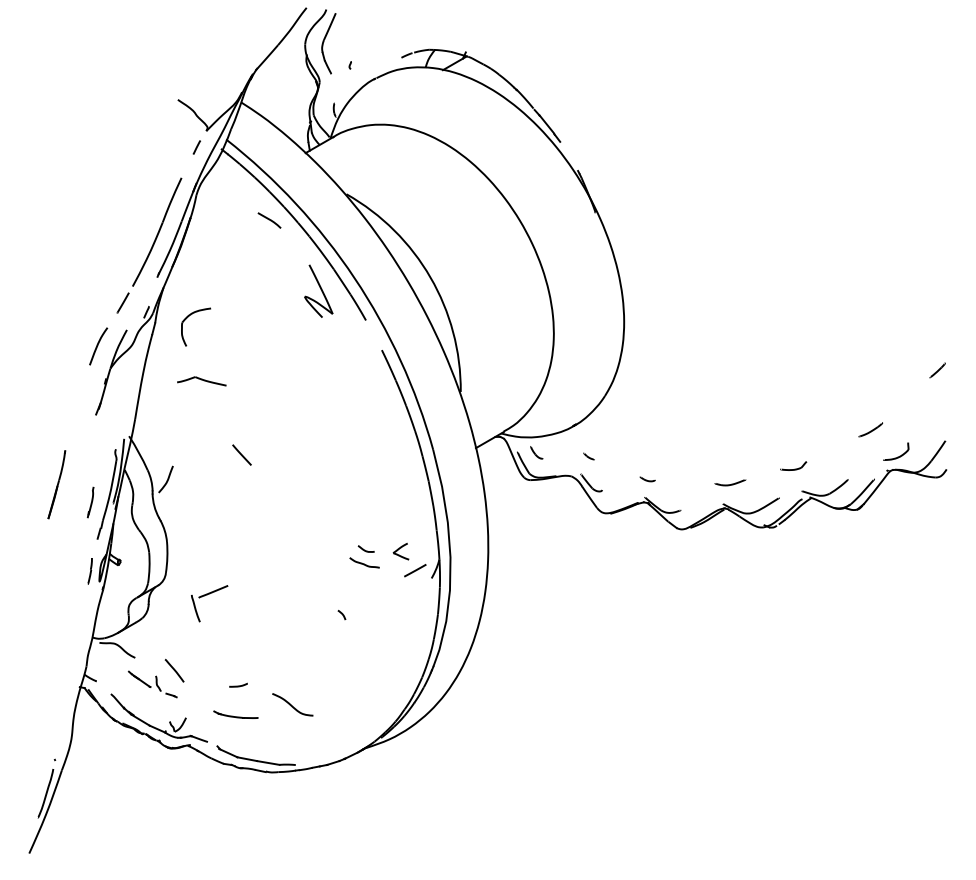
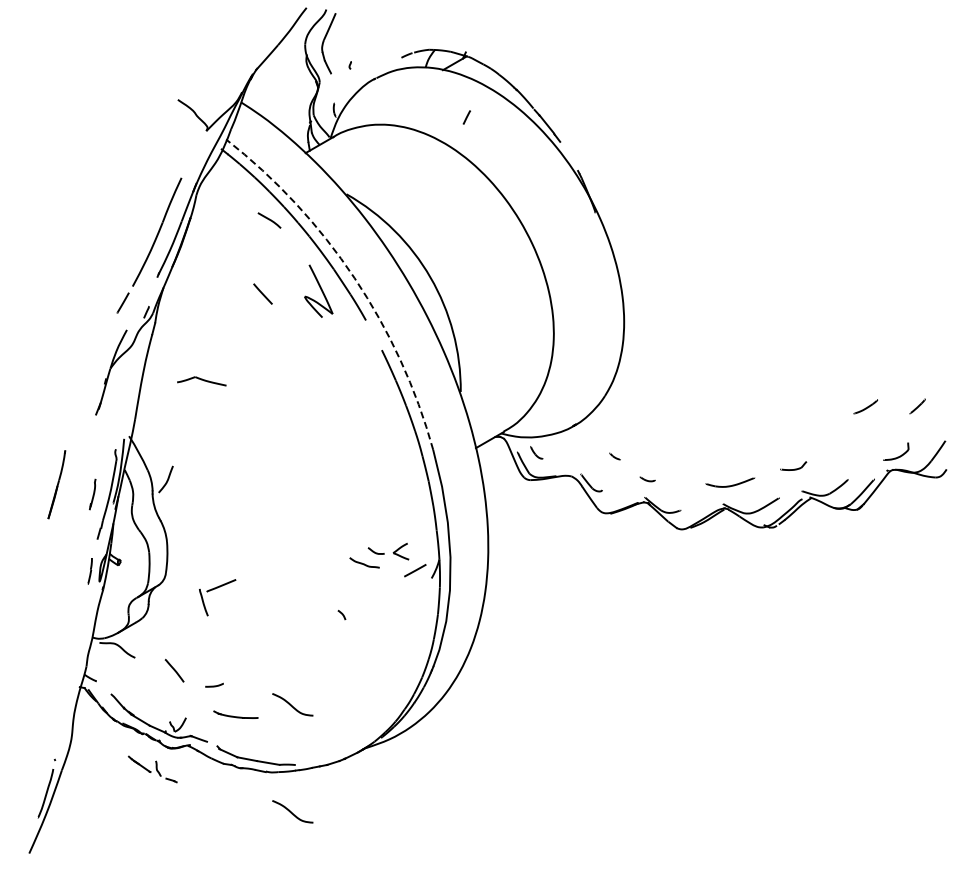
line at (196, 147) position: (196, 147) -> (466, 117)
arc at (354, 278): solid -> dashed
part at (188, 317): present -> none
curve at (98, 345): present -> none
line at (937, 370) position: (937, 370) -> (917, 406)
part at (870, 429) position: (870, 429) -> (865, 406)
line at (241, 454) position: (241, 454) -> (262, 293)
part at (588, 456) position: (588, 456) -> (614, 456)
part at (730, 482) size: 33x8 px -> 51x11 px
part at (90, 502) position: (90, 502) -> (92, 494)
curve at (364, 549) position: (364, 549) -> (374, 551)
part at (207, 595) position: (207, 595) -> (215, 589)
part at (152, 684) position: (152, 684) -> (152, 769)
curve at (238, 685) position: (238, 685) -> (214, 685)
curve at (291, 811): none -> present
